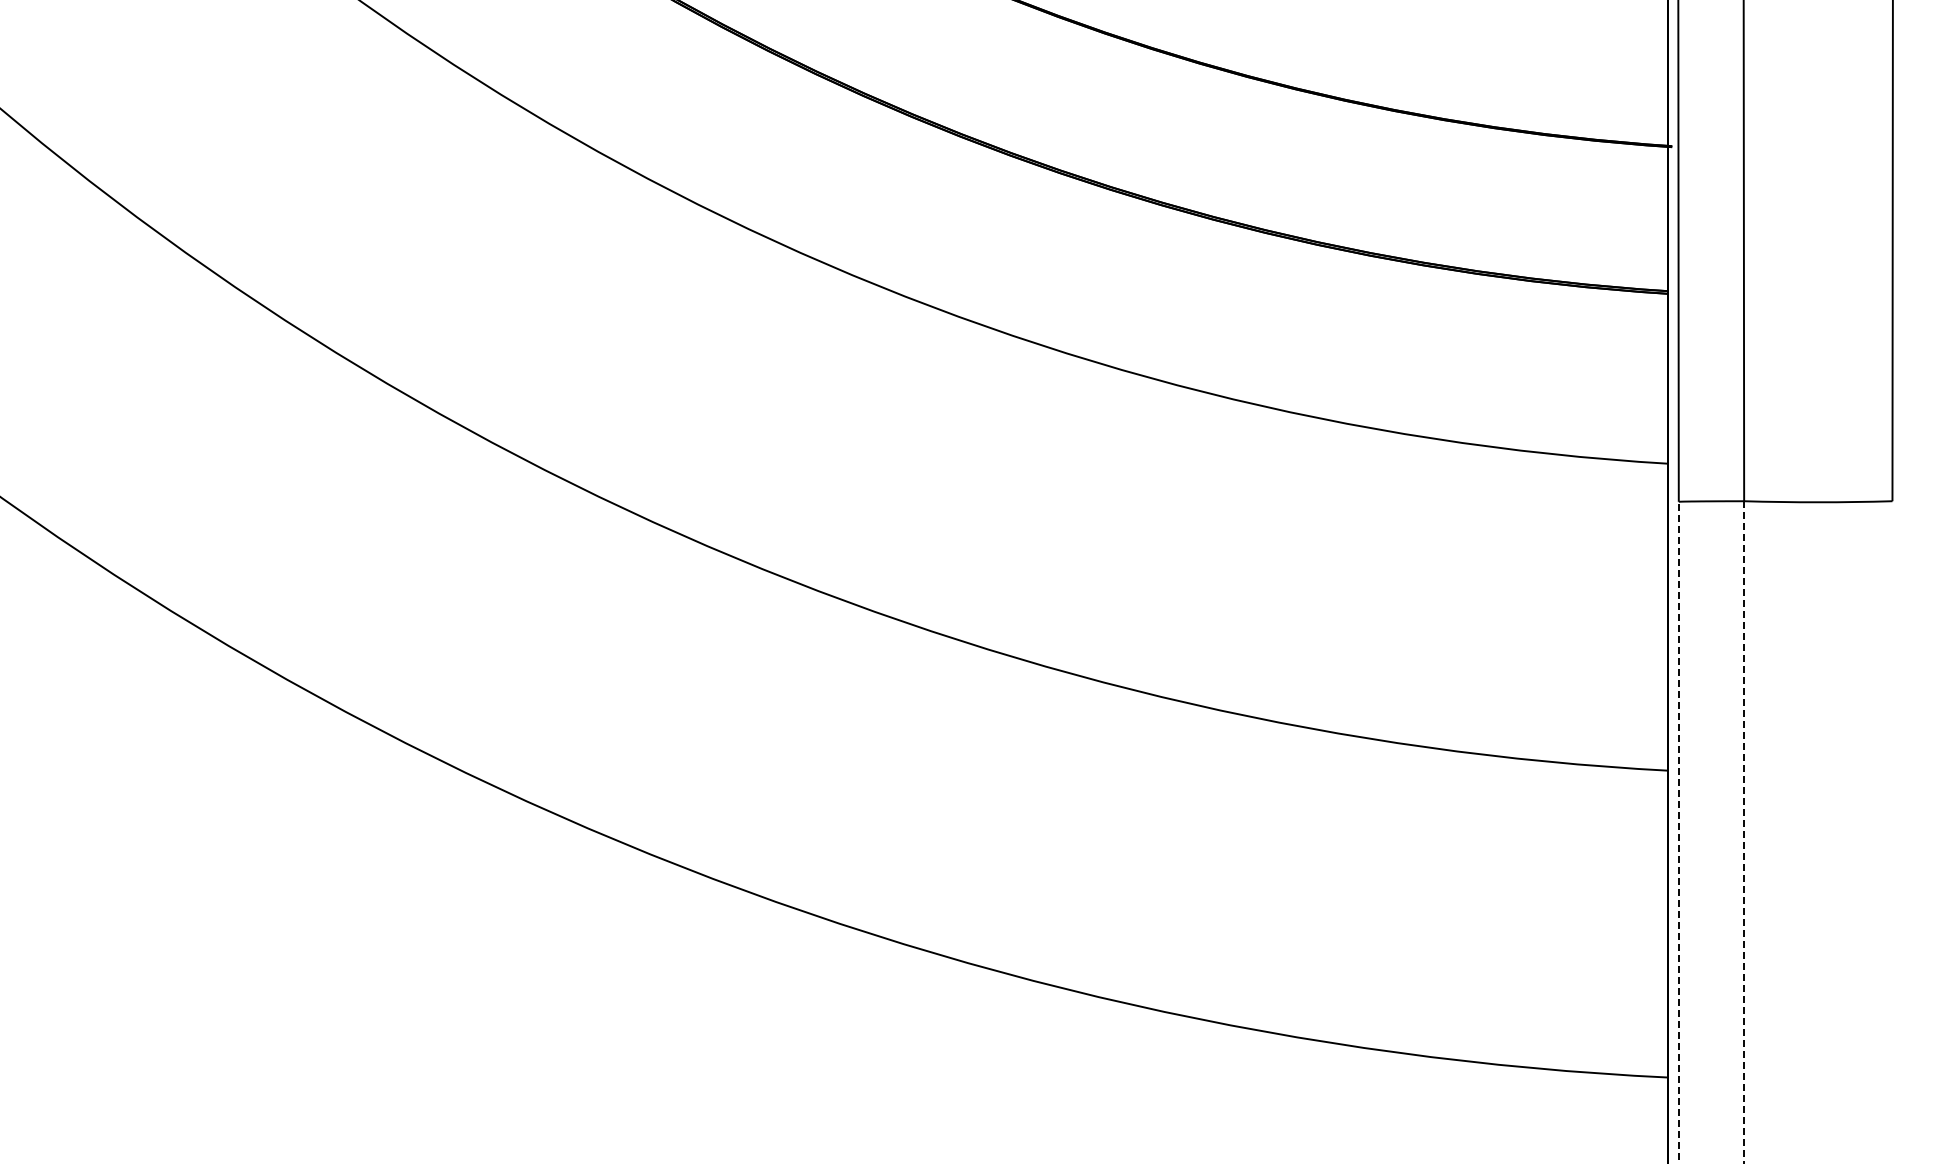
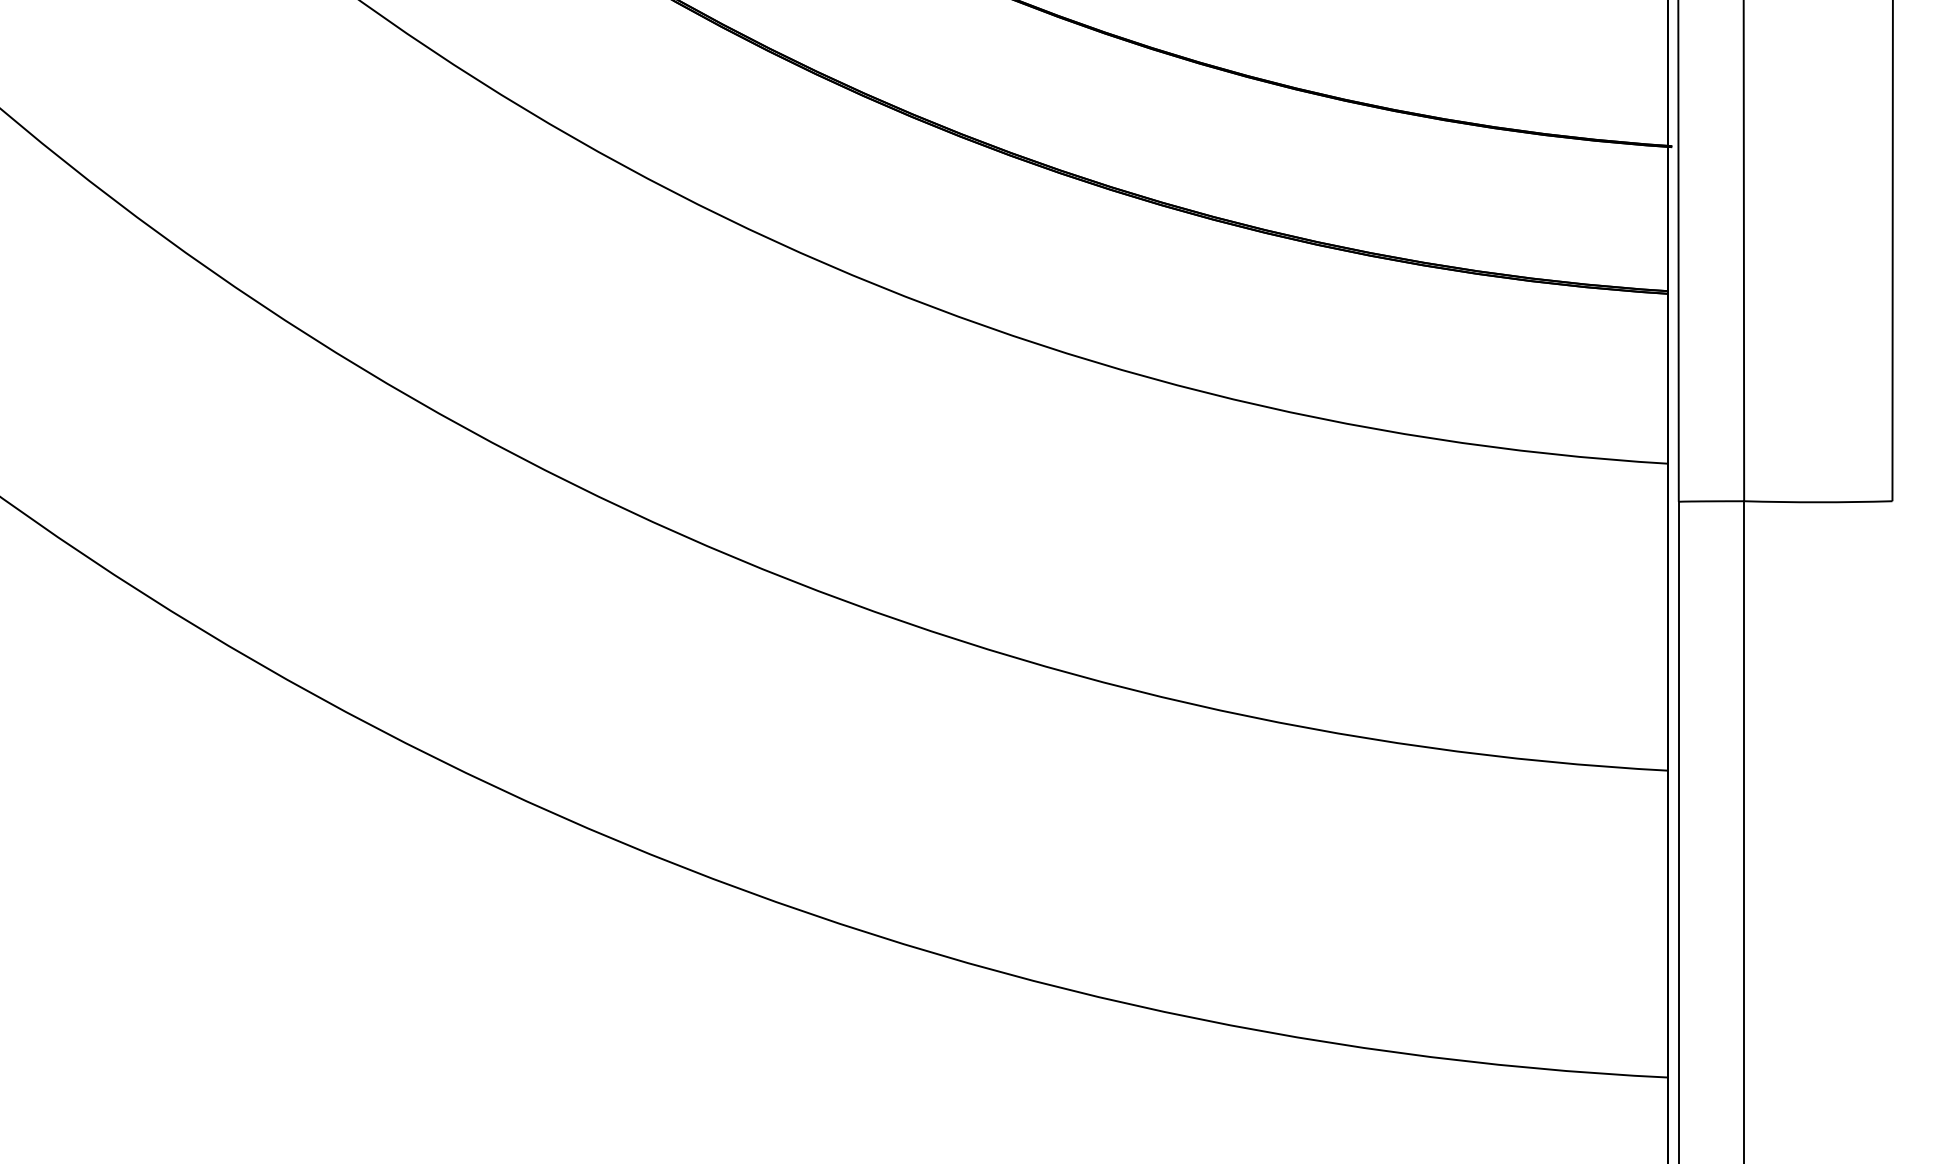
line at (1678, 832): dashed -> solid
line at (1744, 832): dashed -> solid
